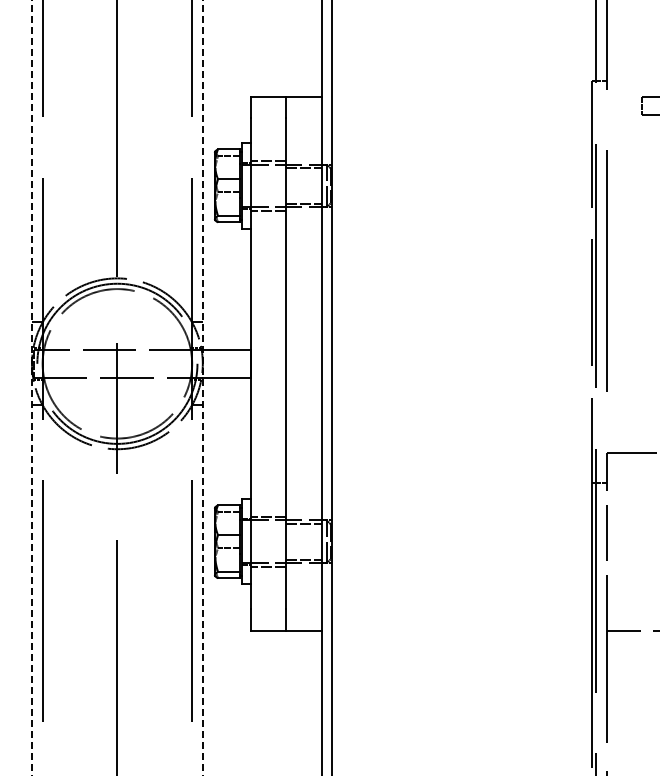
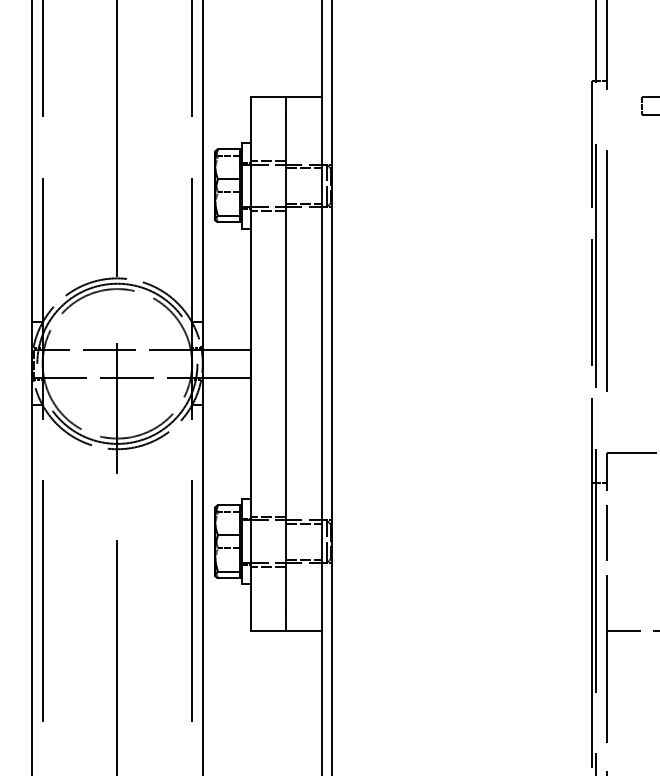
line at (32, 387): dashed -> solid
line at (202, 387): dashed -> solid
